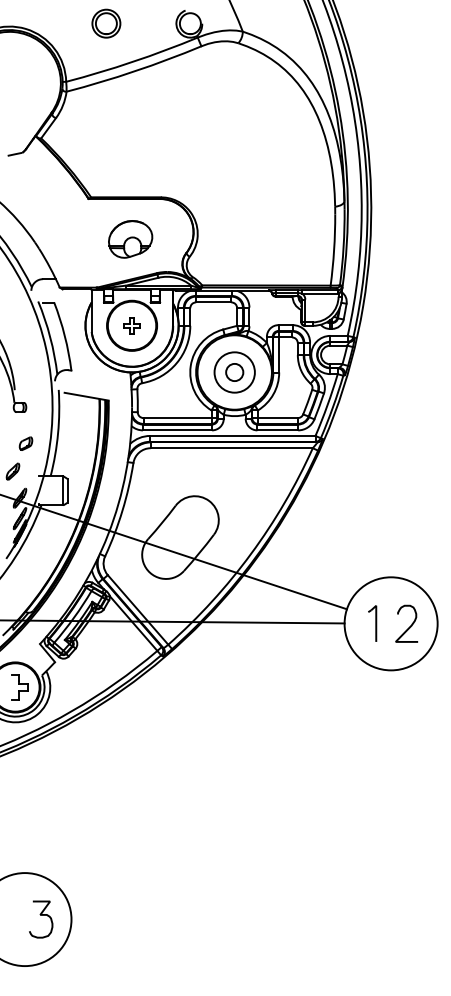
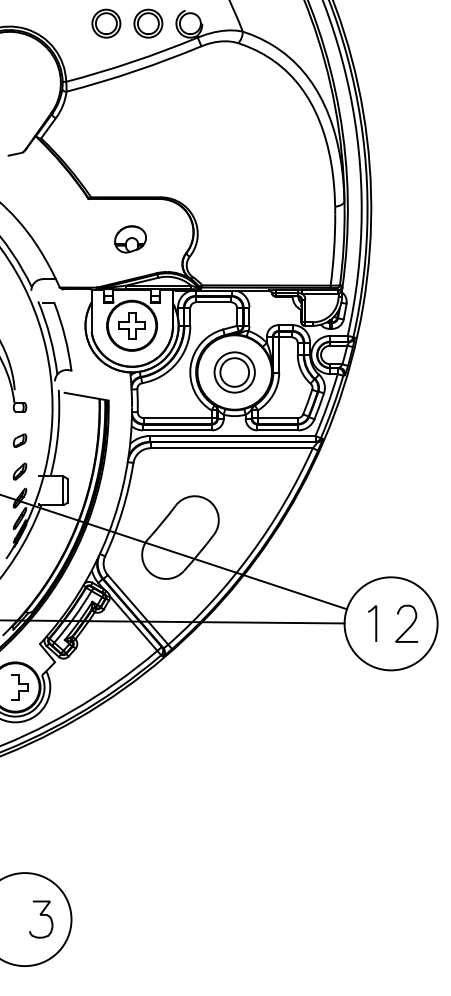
part at (148, 23): none -> present
part at (130, 239) size: 46x39 px -> 33x29 px
part at (131, 325) size: 18x18 px -> 28x28 px
circle at (234, 372) diameter: 17 px -> 29 px
part at (25, 443) position: (25, 443) -> (19, 440)
part at (12, 471) position: (12, 471) -> (19, 471)
